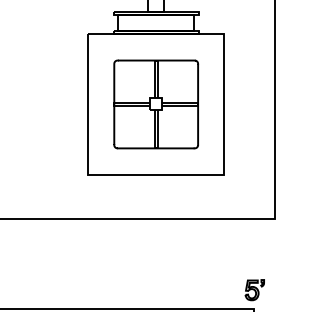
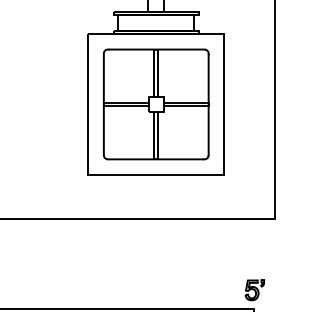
part at (156, 104) size: 87x91 px -> 108x113 px
